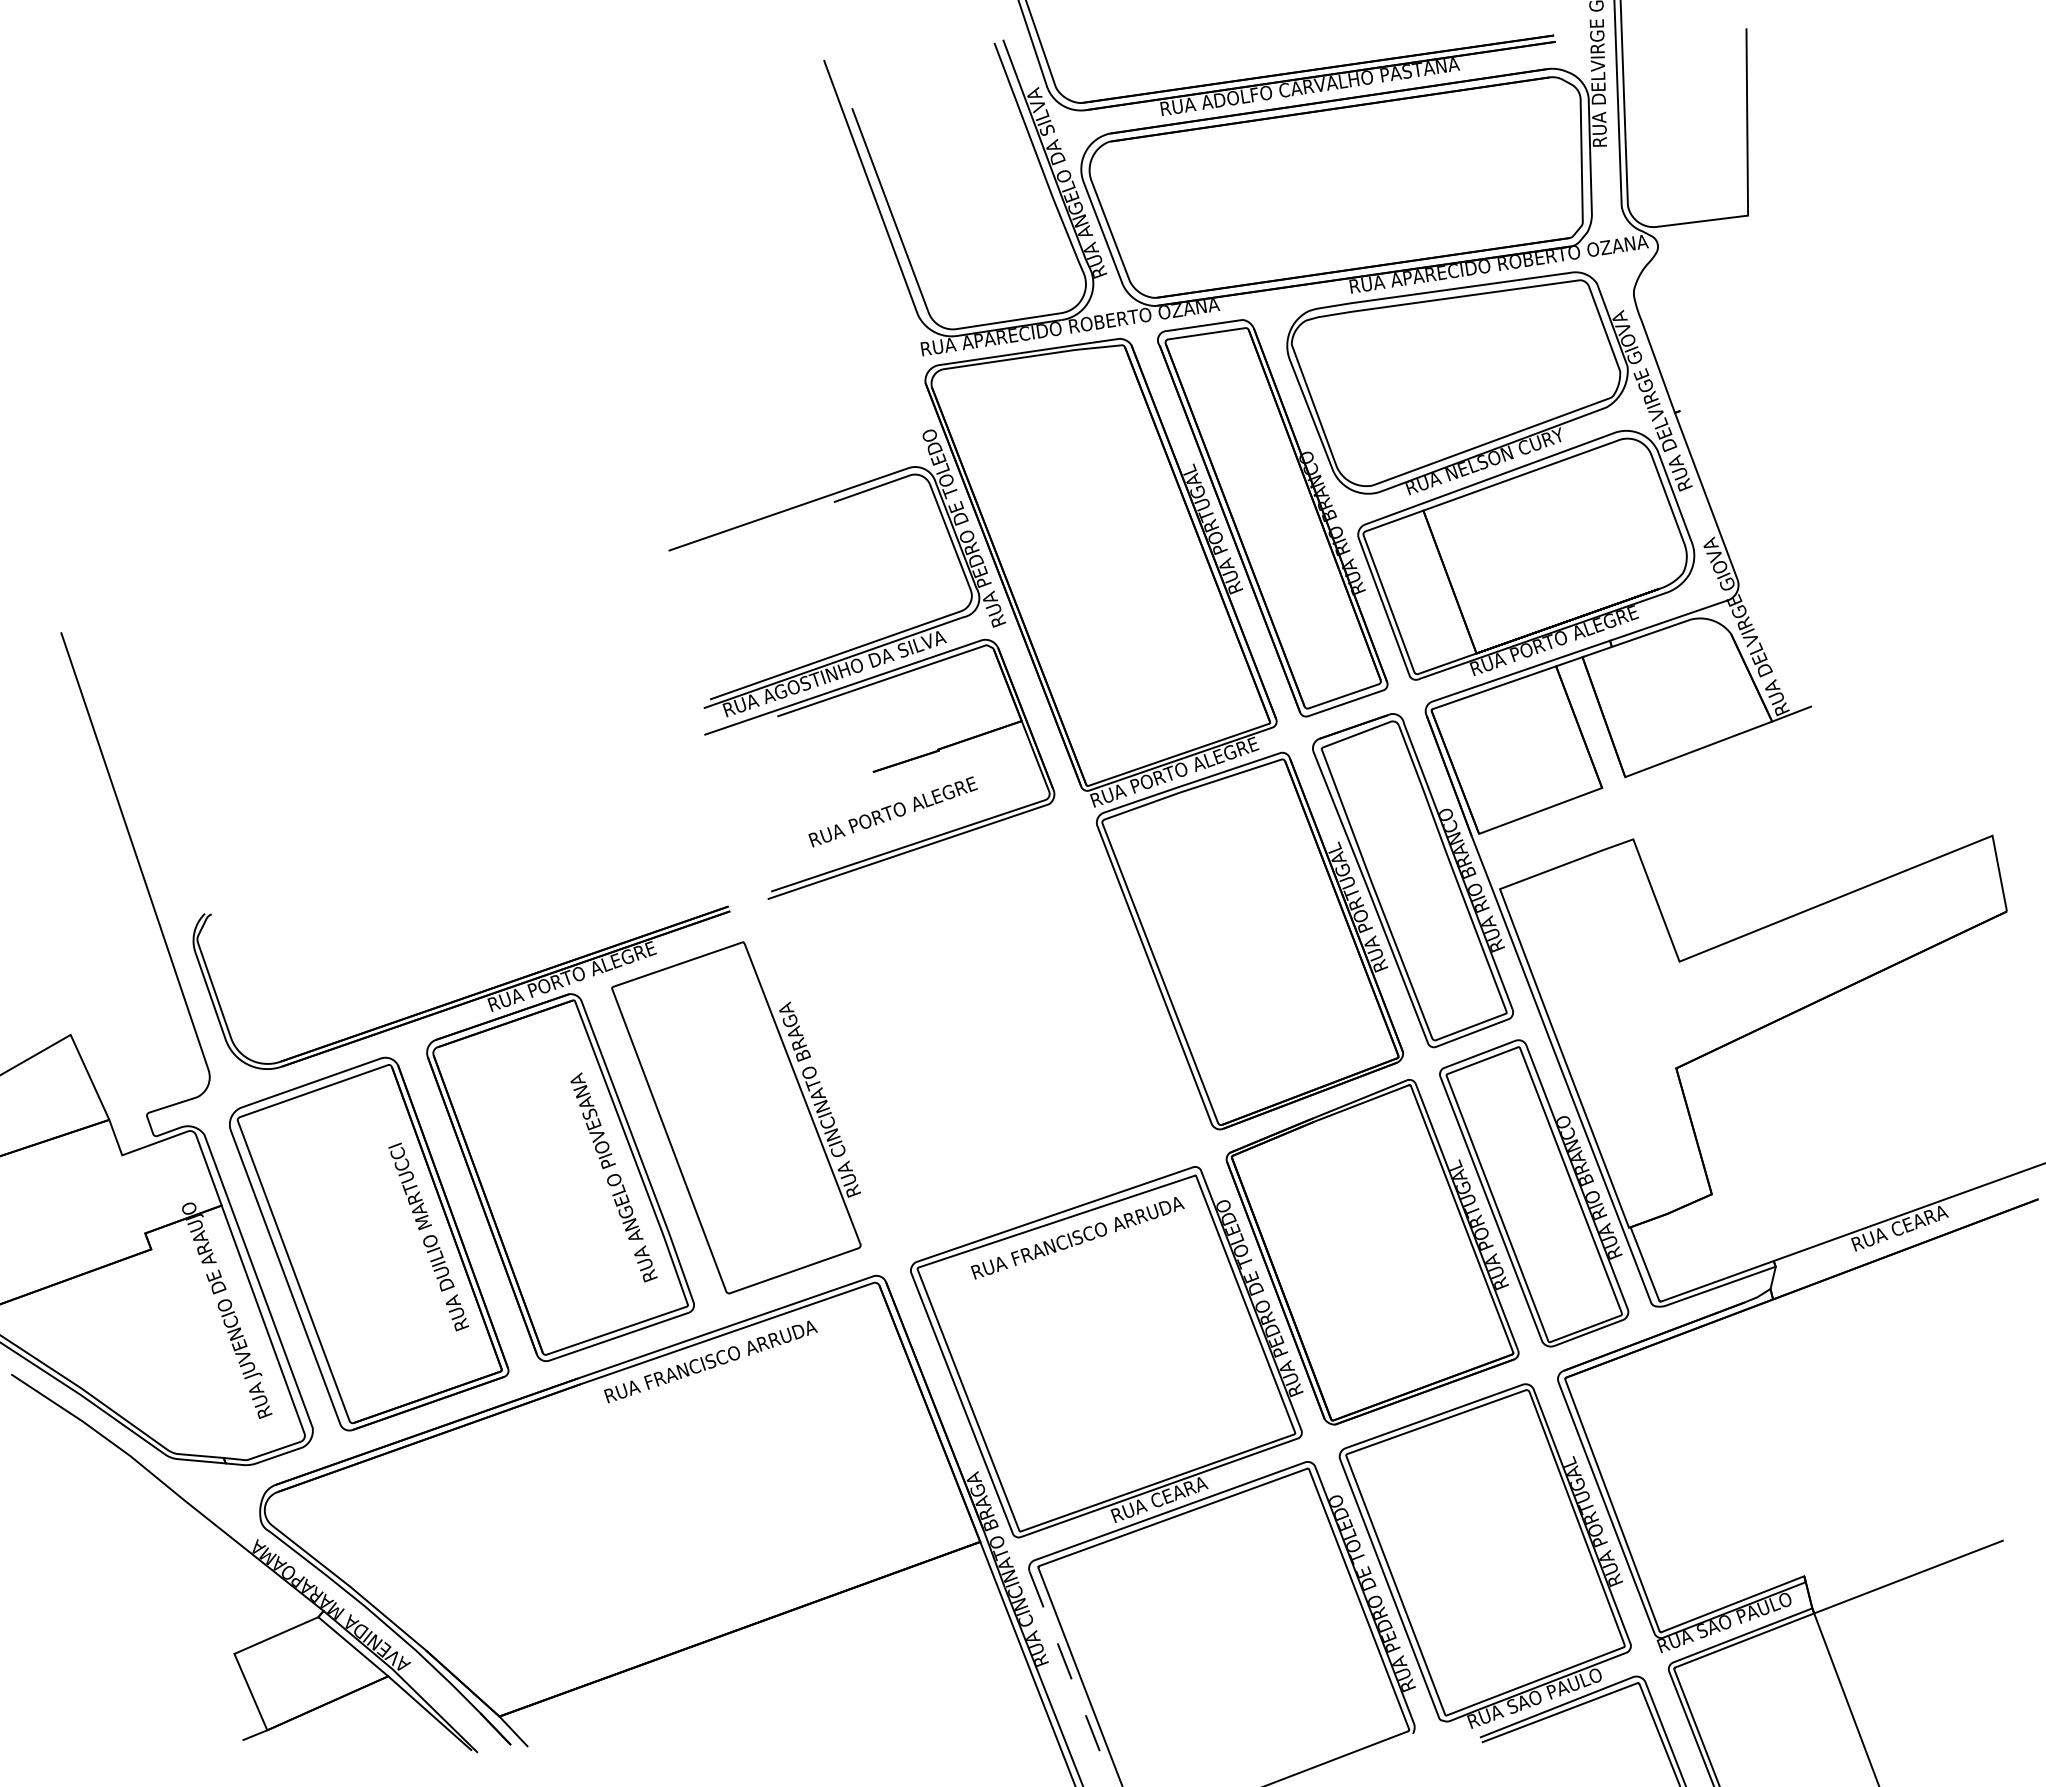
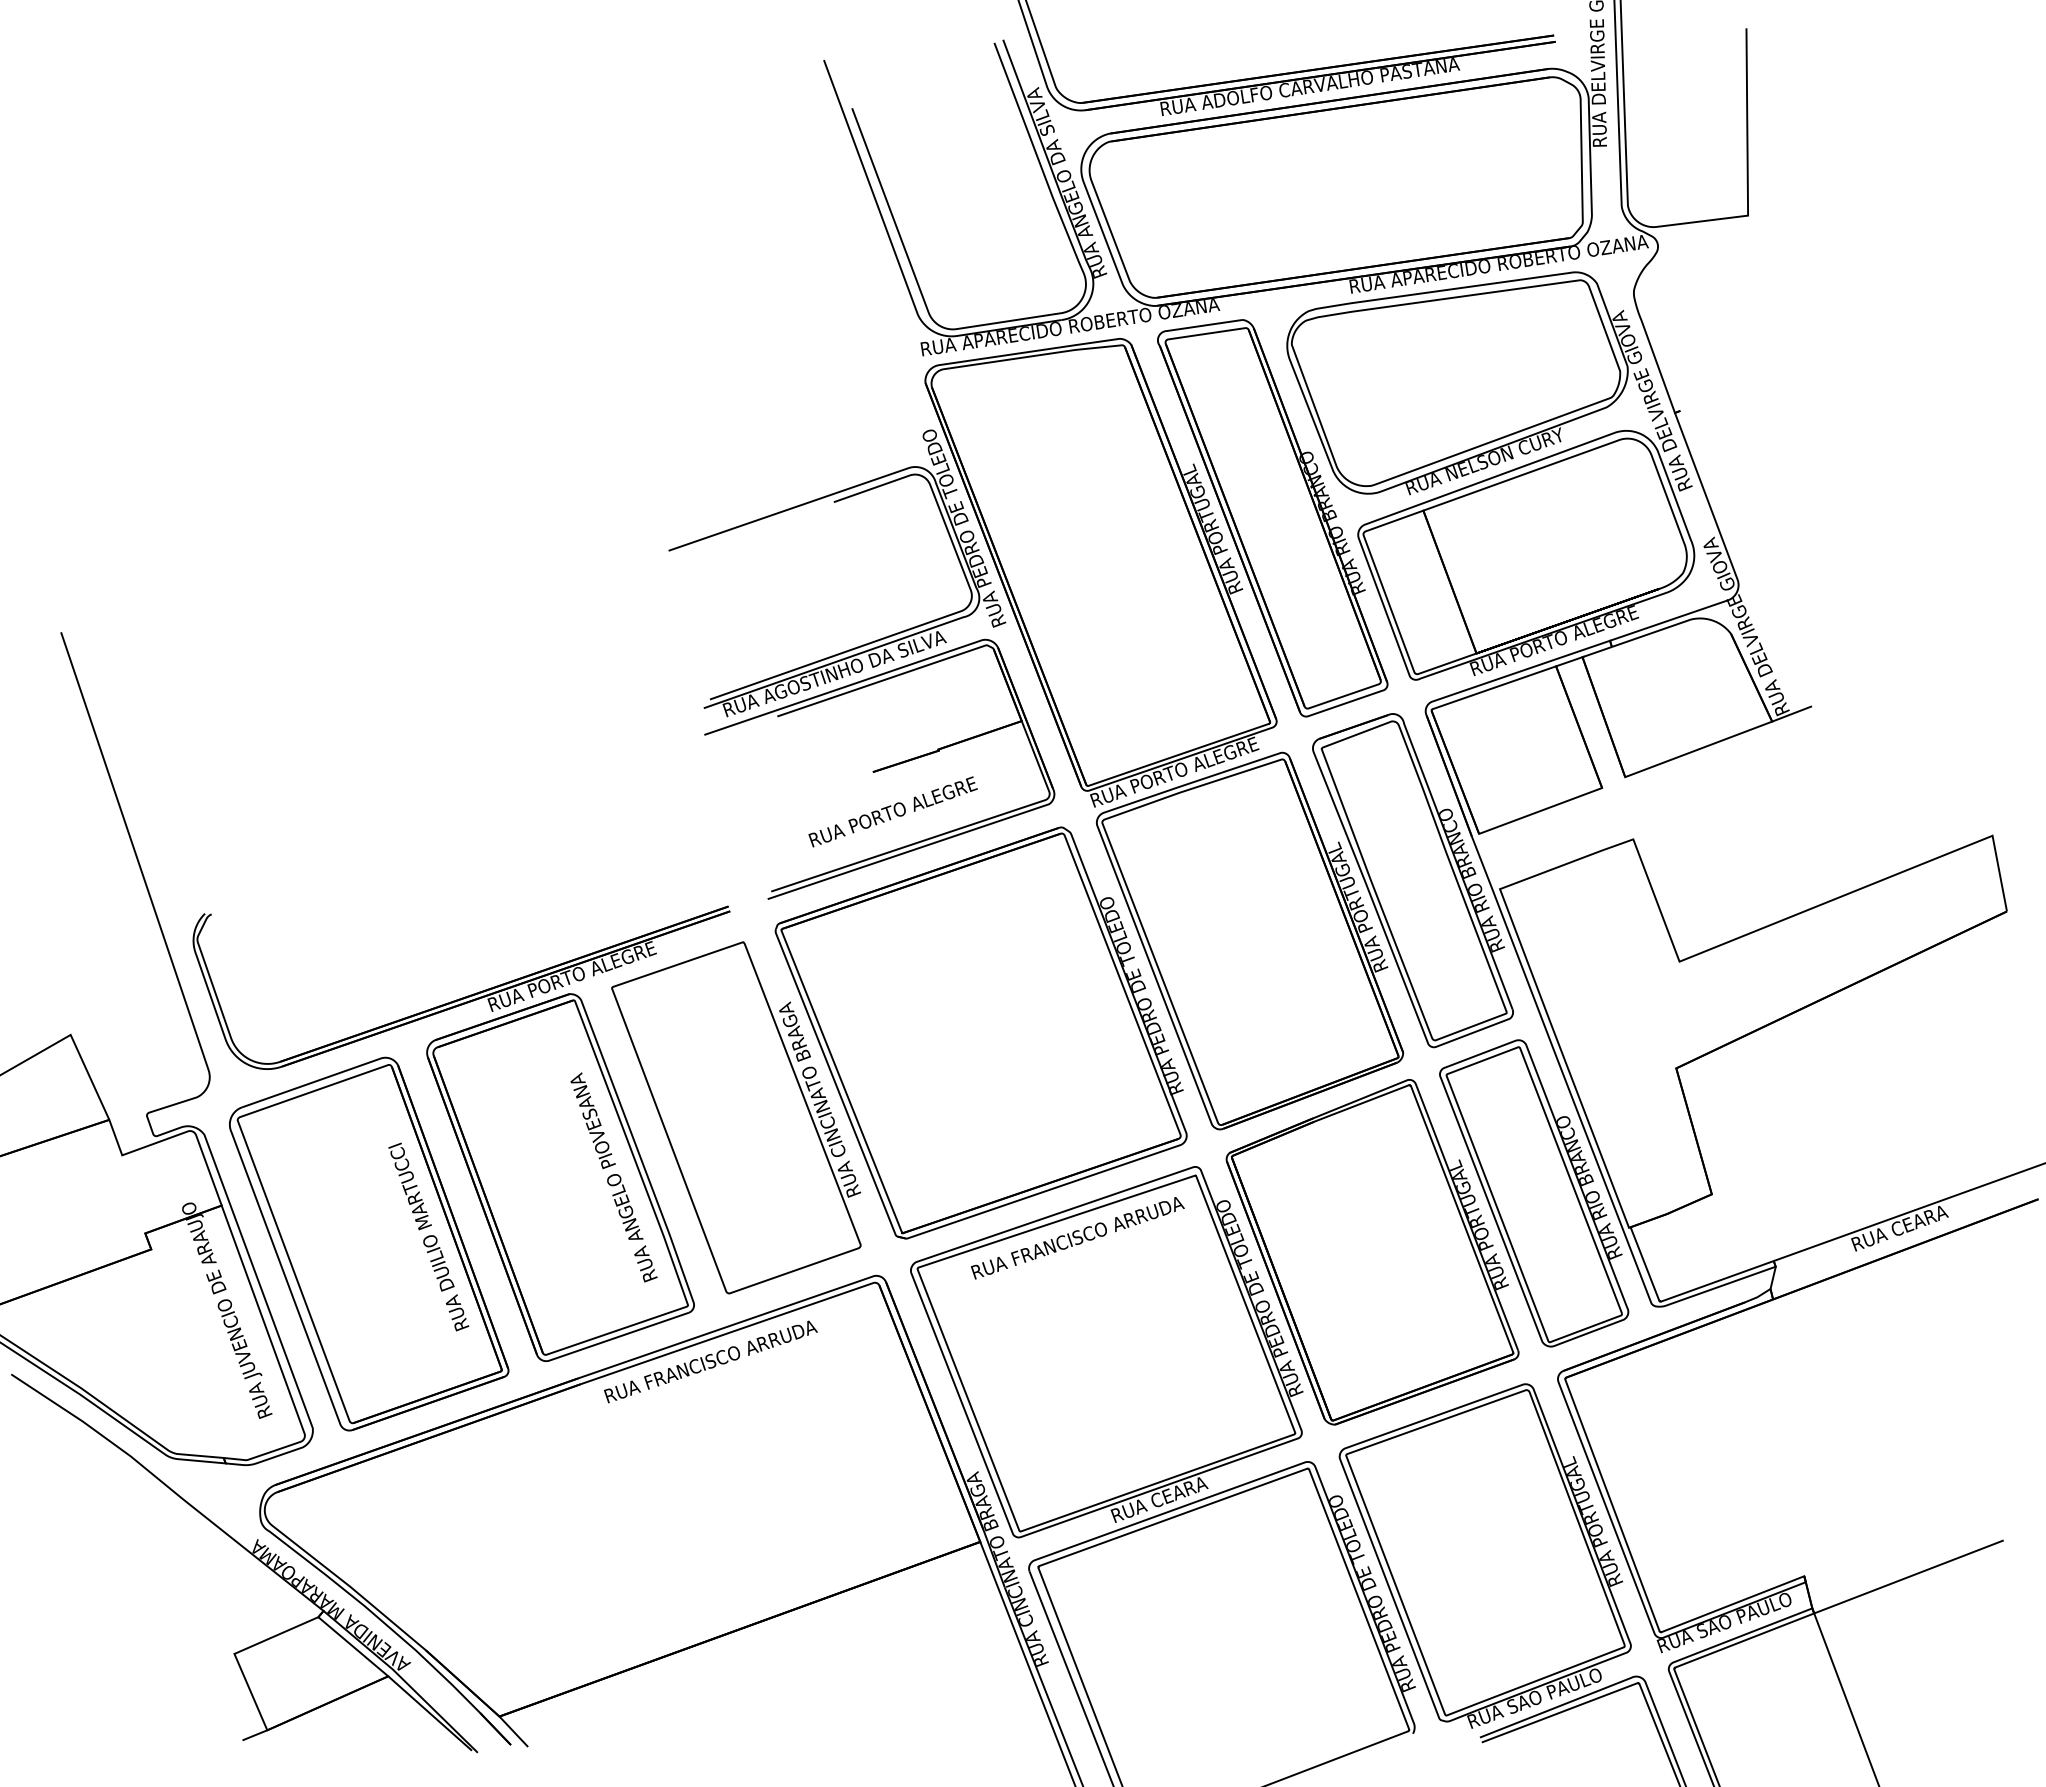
part at (980, 1032): none -> present
line at (1071, 1679): dashed -> solid
